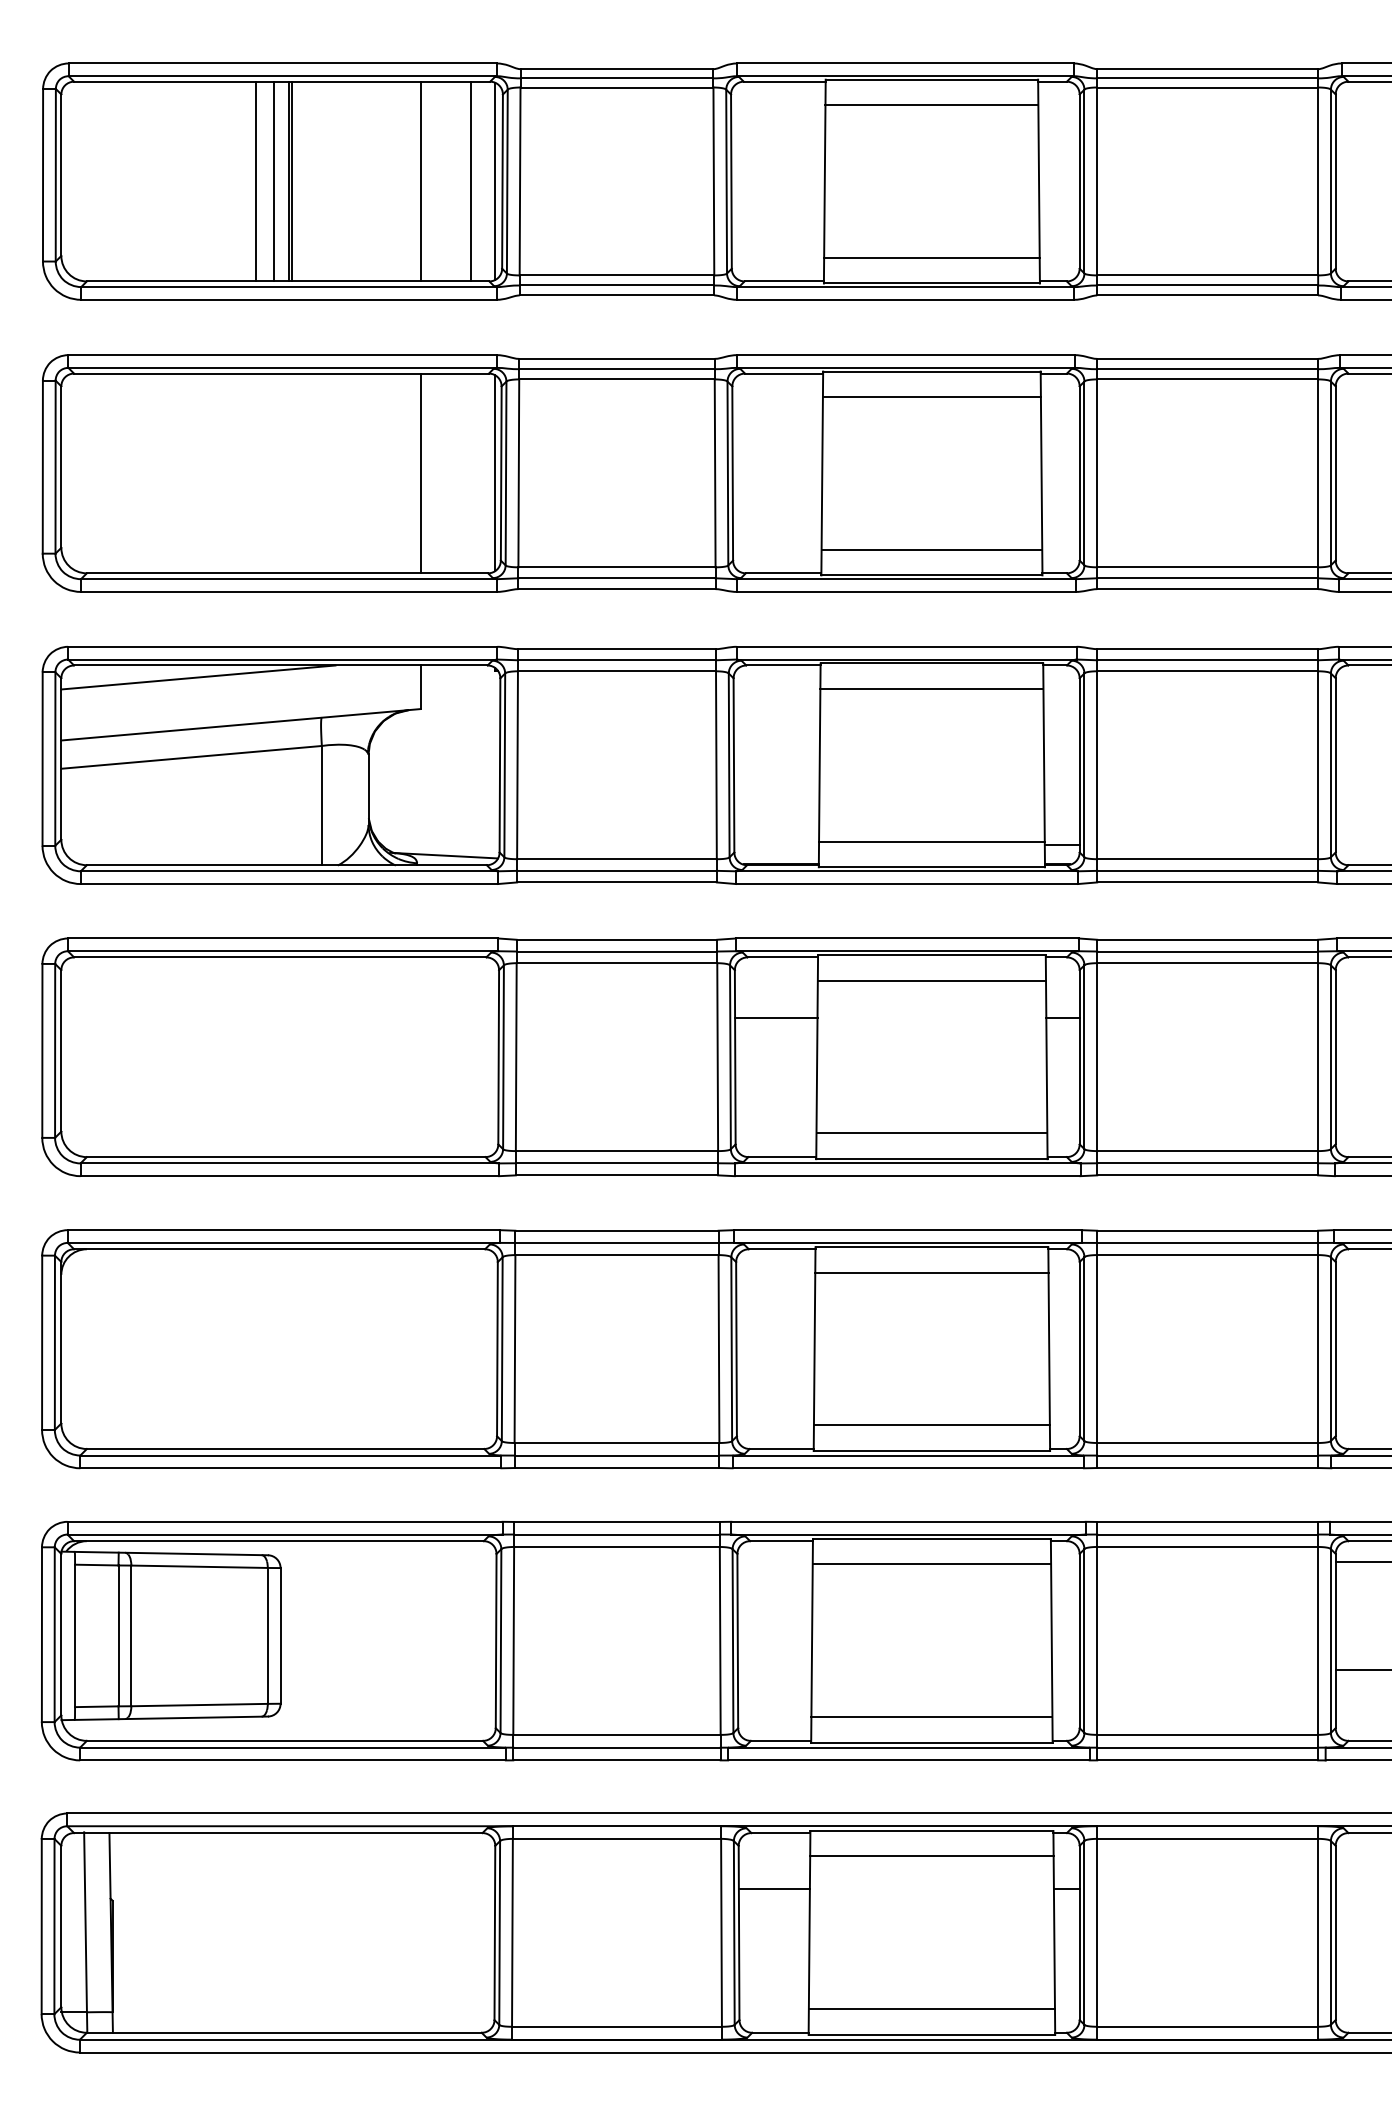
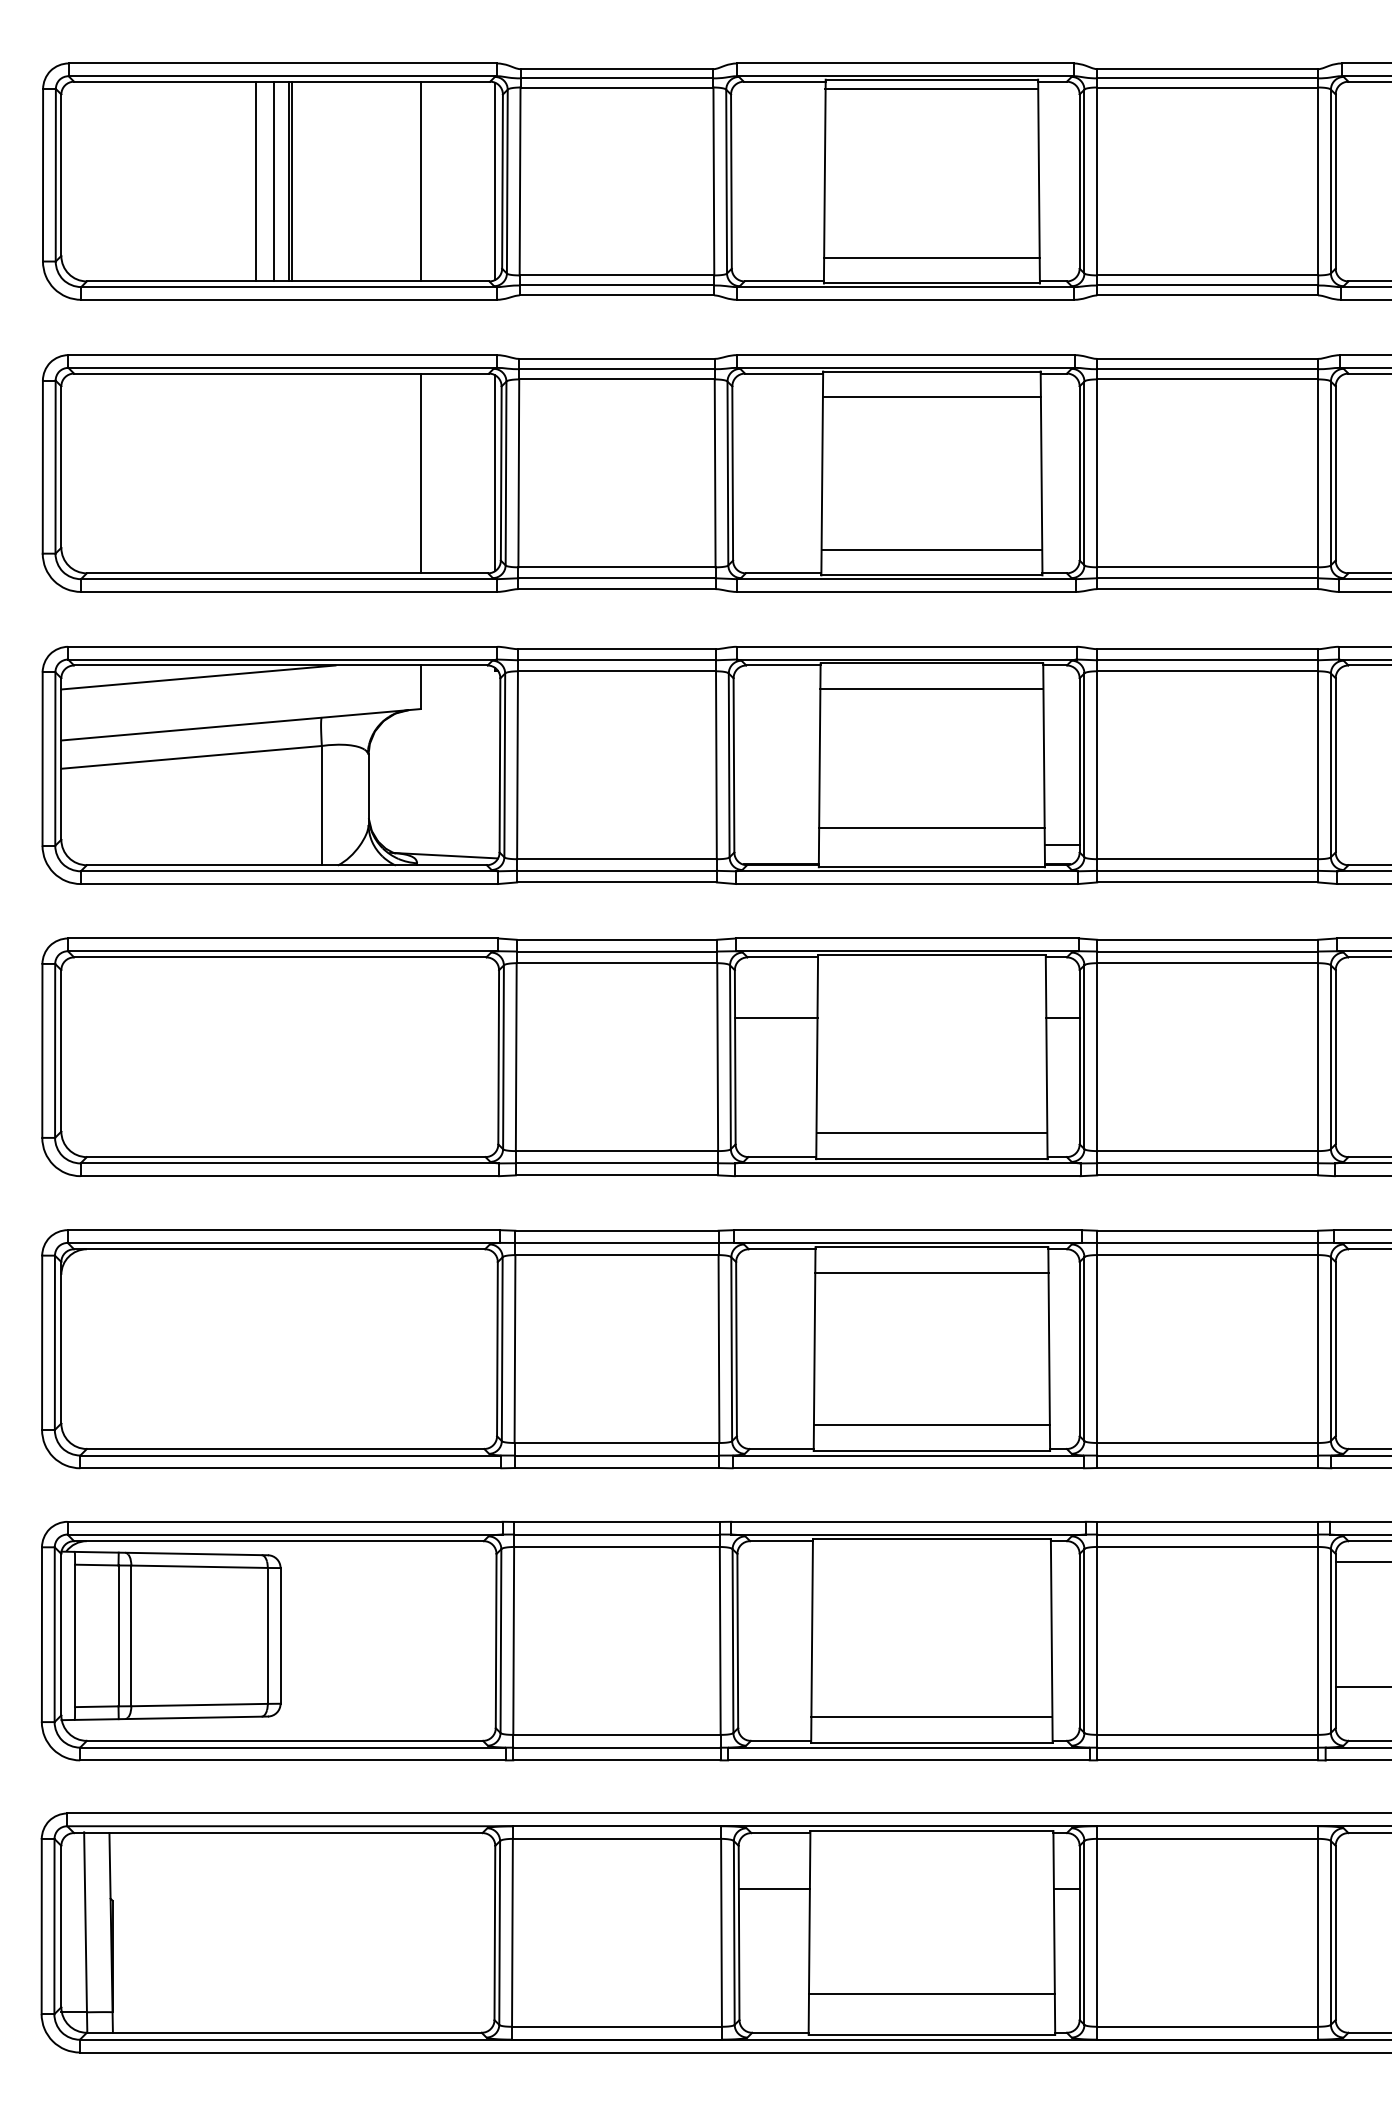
line at (931, 104) position: (931, 104) -> (931, 88)
line at (470, 181): present -> none
line at (931, 841) position: (931, 841) -> (931, 827)
line at (931, 980): present -> none
line at (931, 1564): present -> none
line at (1361, 1669) position: (1361, 1669) -> (1361, 1686)
line at (931, 1856): present -> none
line at (931, 2009) position: (931, 2009) -> (931, 1994)
